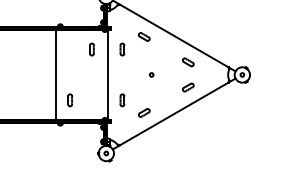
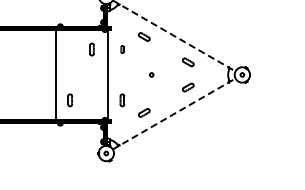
line at (174, 35): solid -> dashed
part at (122, 49) size: 7x15 px -> 5x9 px
line at (174, 113): solid -> dashed
